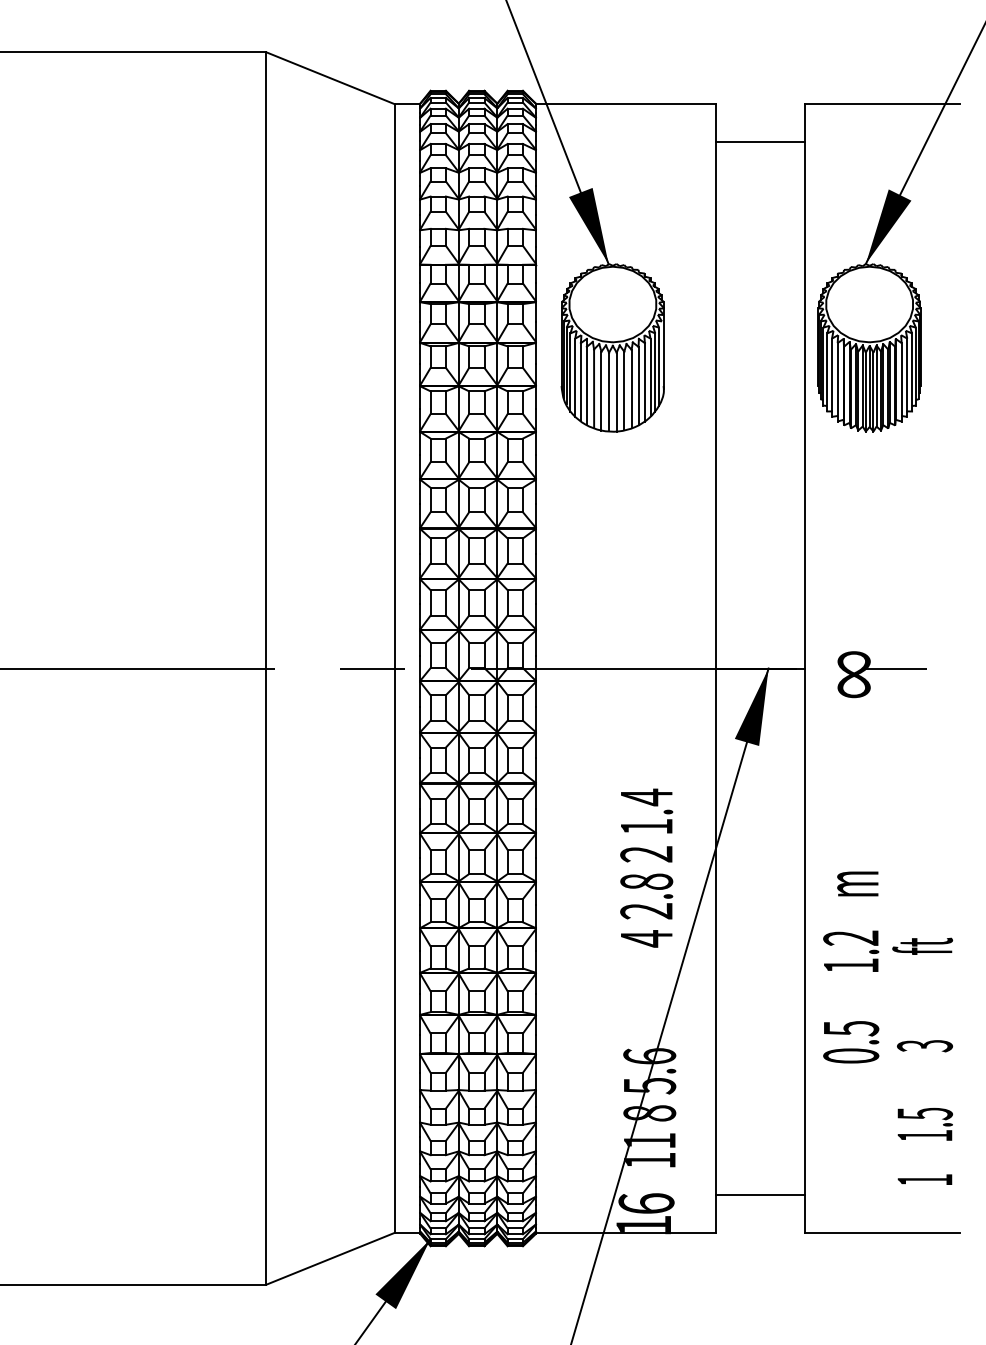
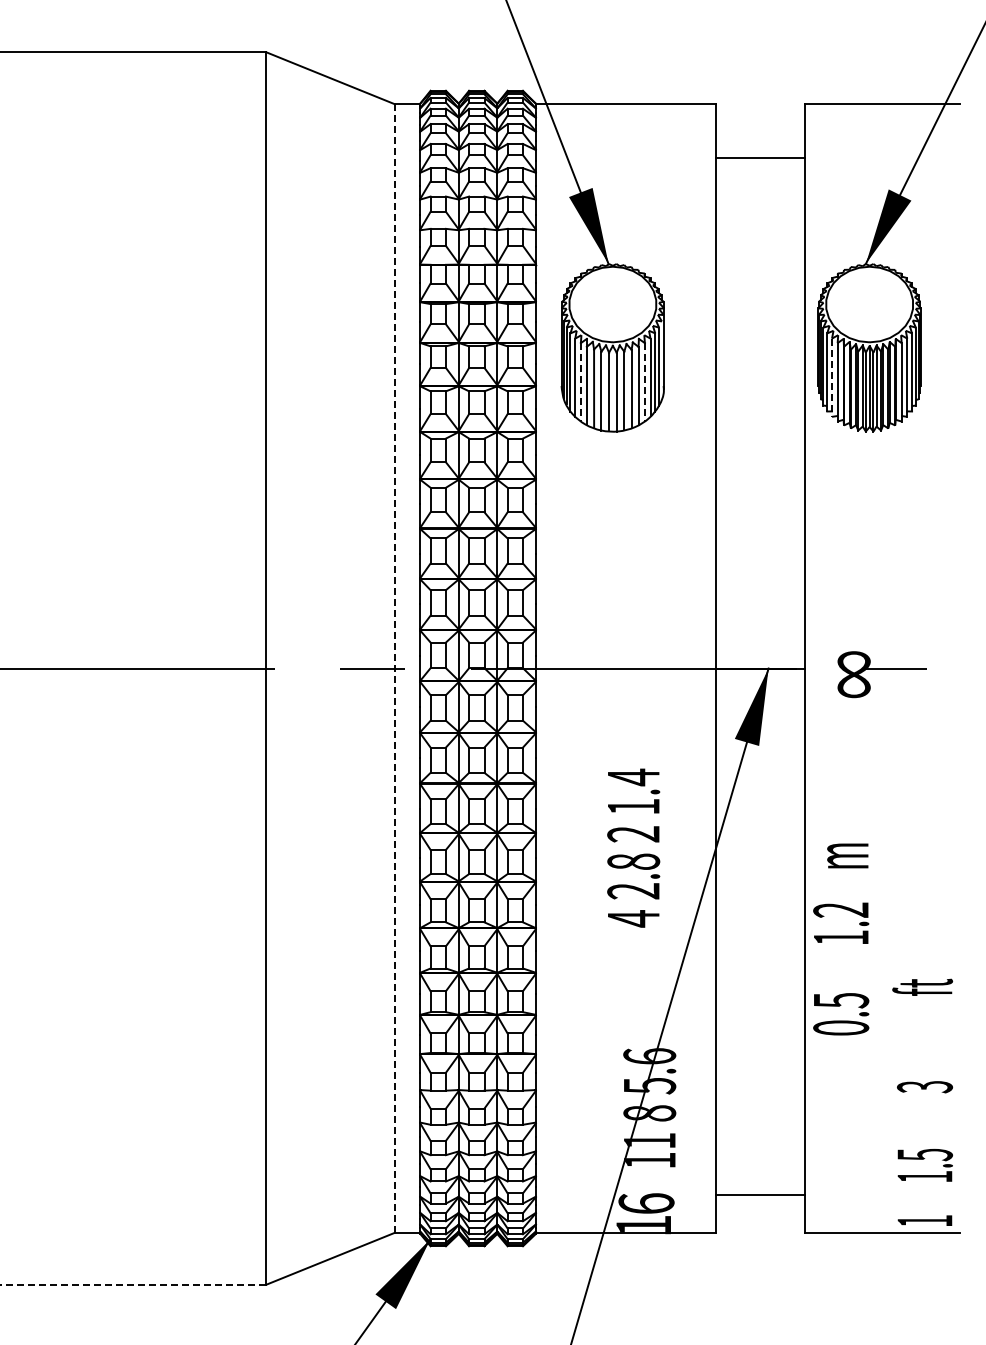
line at (760, 142) position: (760, 142) -> (760, 158)
line at (832, 378): solid -> dashed
line at (580, 382): solid -> dashed
line at (644, 382): solid -> dashed
line at (394, 668): solid -> dashed
text at (646, 867) position: (646, 867) -> (633, 847)
text at (851, 967) position: (851, 967) -> (841, 939)
text at (922, 1060) position: (922, 1060) -> (922, 1101)
line at (133, 1284): solid -> dashed
